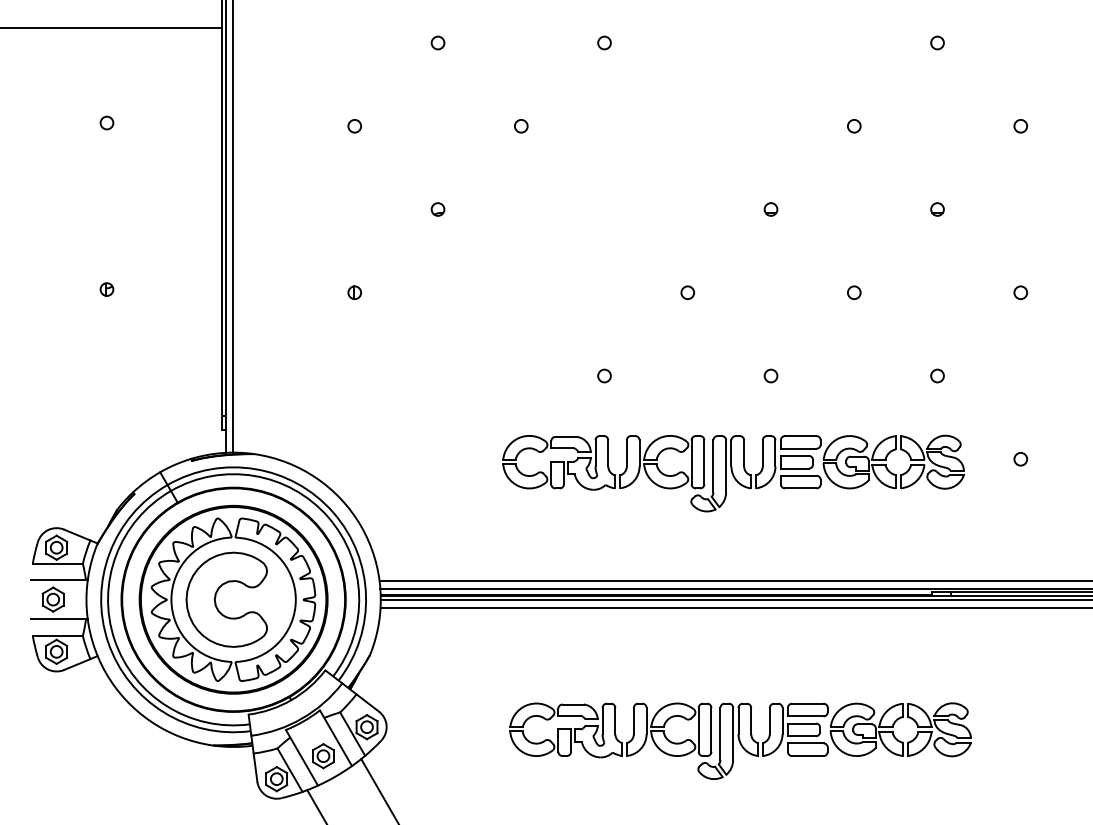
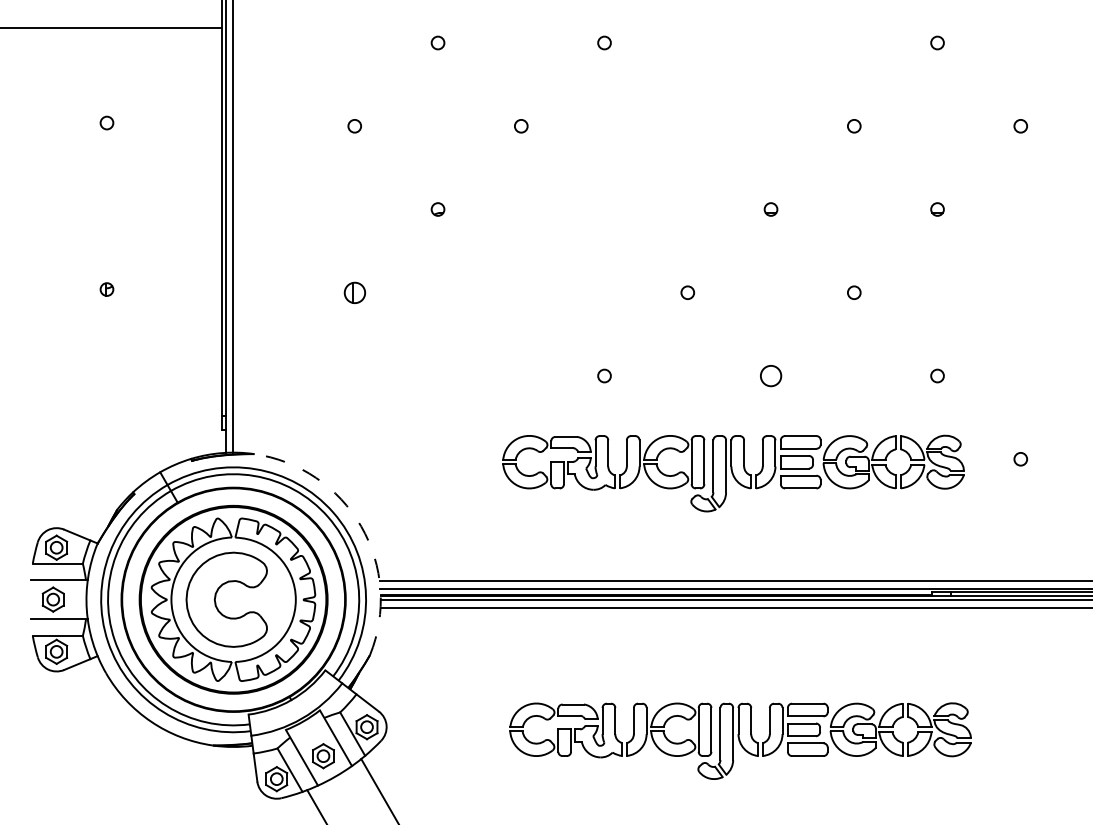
part at (354, 292) size: 15x15 px -> 23x23 px
circle at (1020, 292): present -> none
circle at (770, 375) size: 16x16 px -> 23x23 px
arc at (361, 526): solid -> dashed
